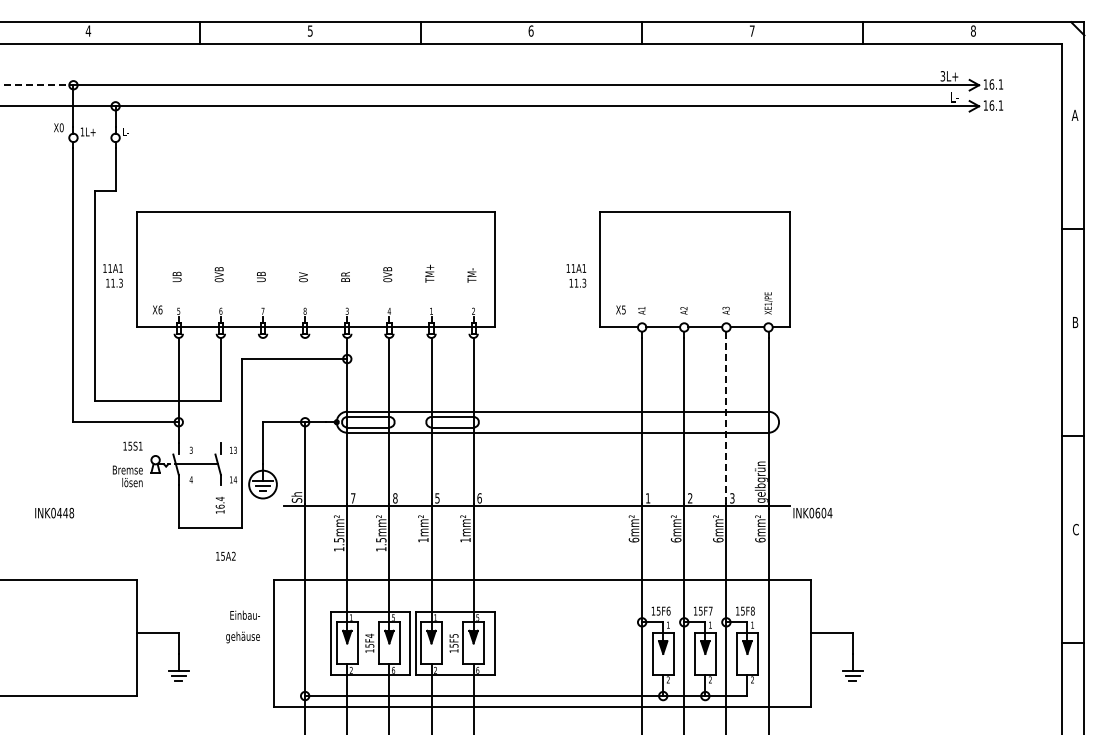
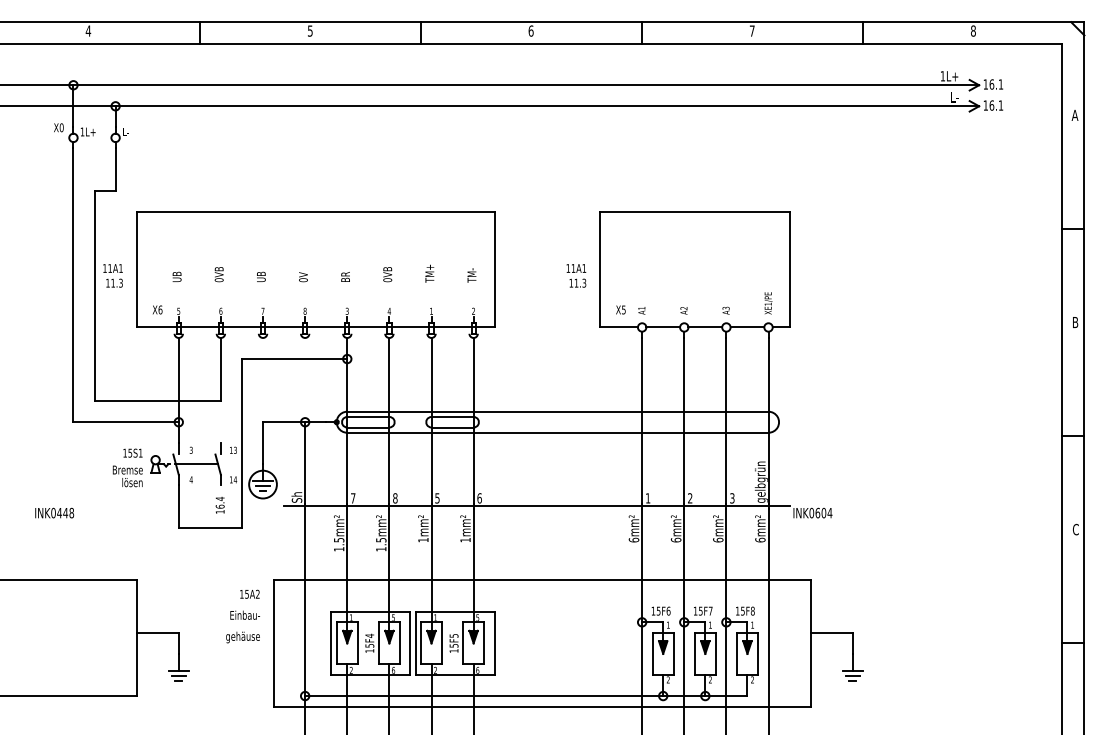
text at (942, 76): 3L+ -> 1L+
line at (37, 85): dashed -> solid
line at (726, 420): dashed -> solid
text at (132, 445) position: (132, 445) -> (132, 452)
text at (225, 555) position: (225, 555) -> (249, 593)
